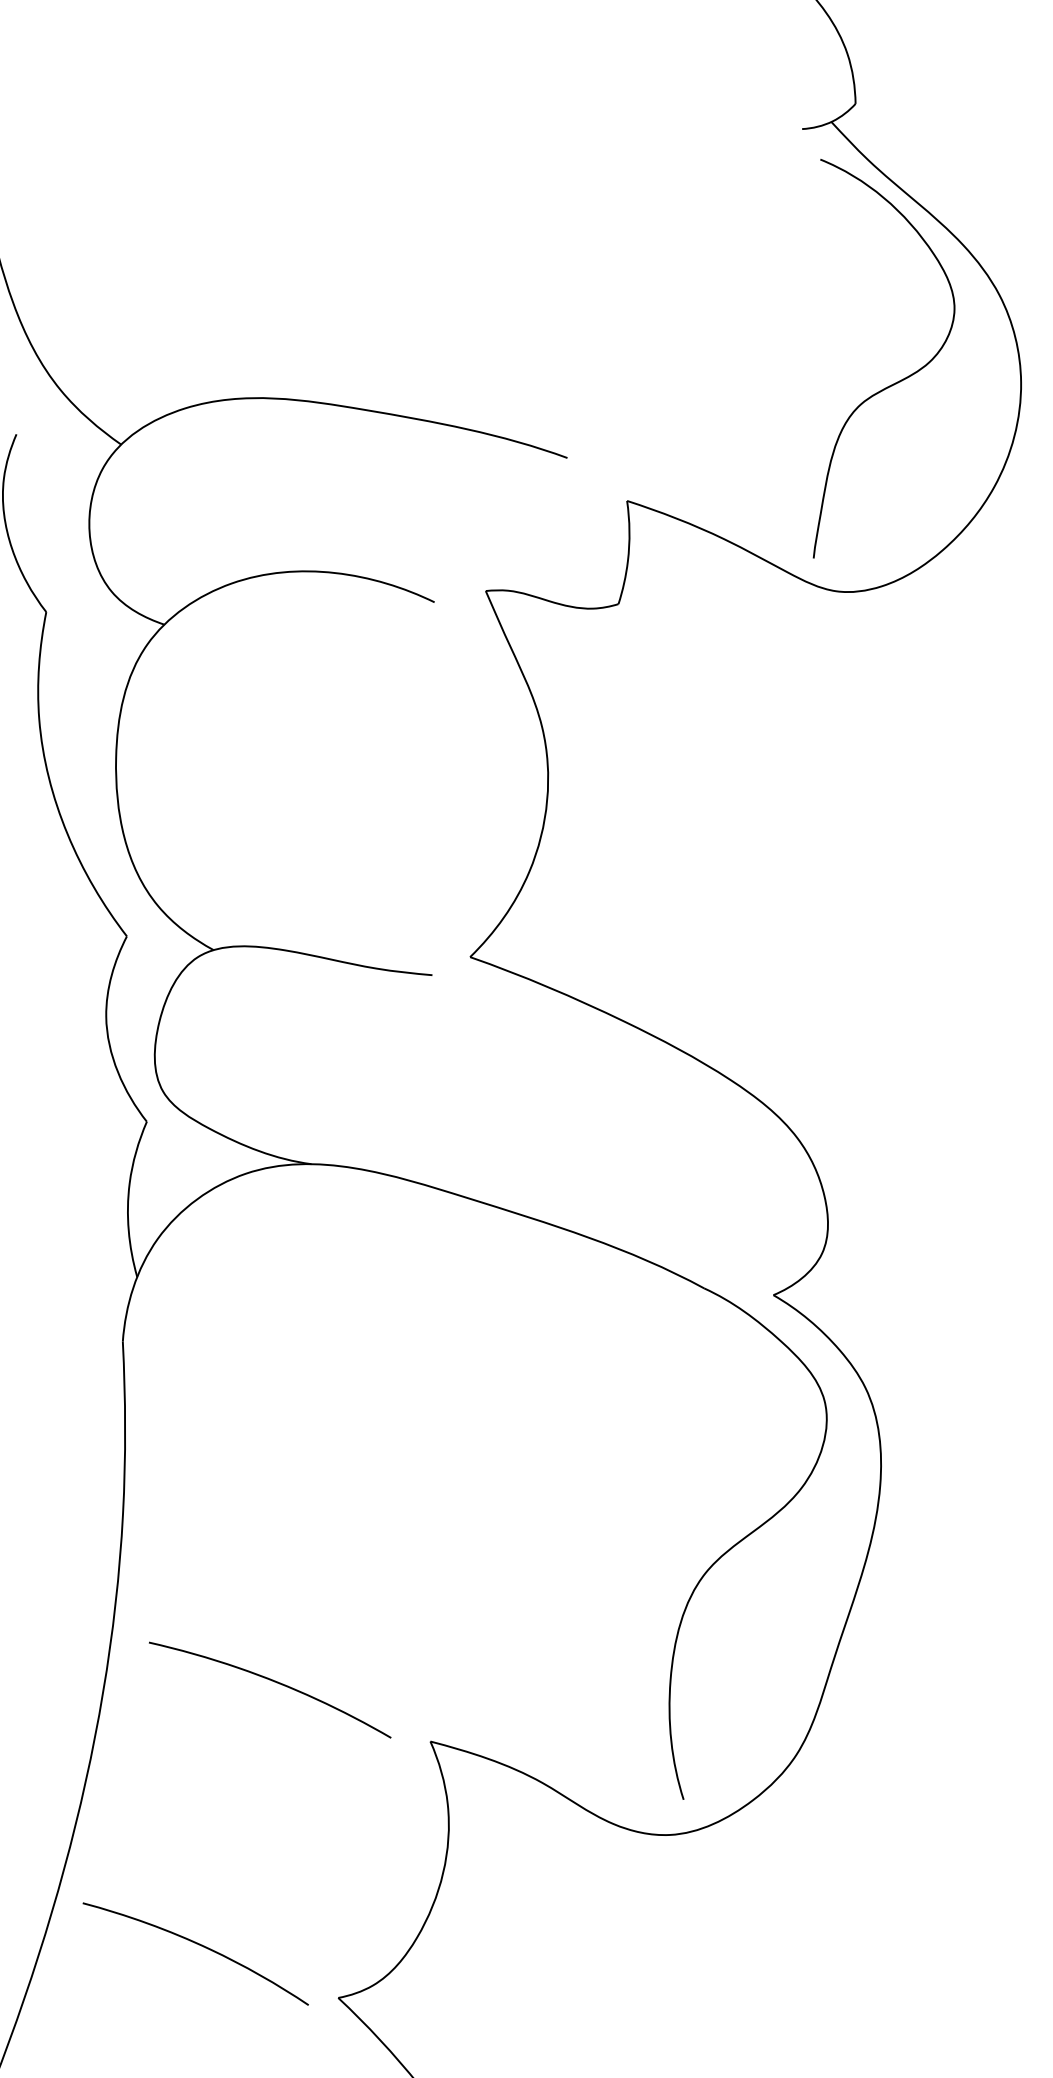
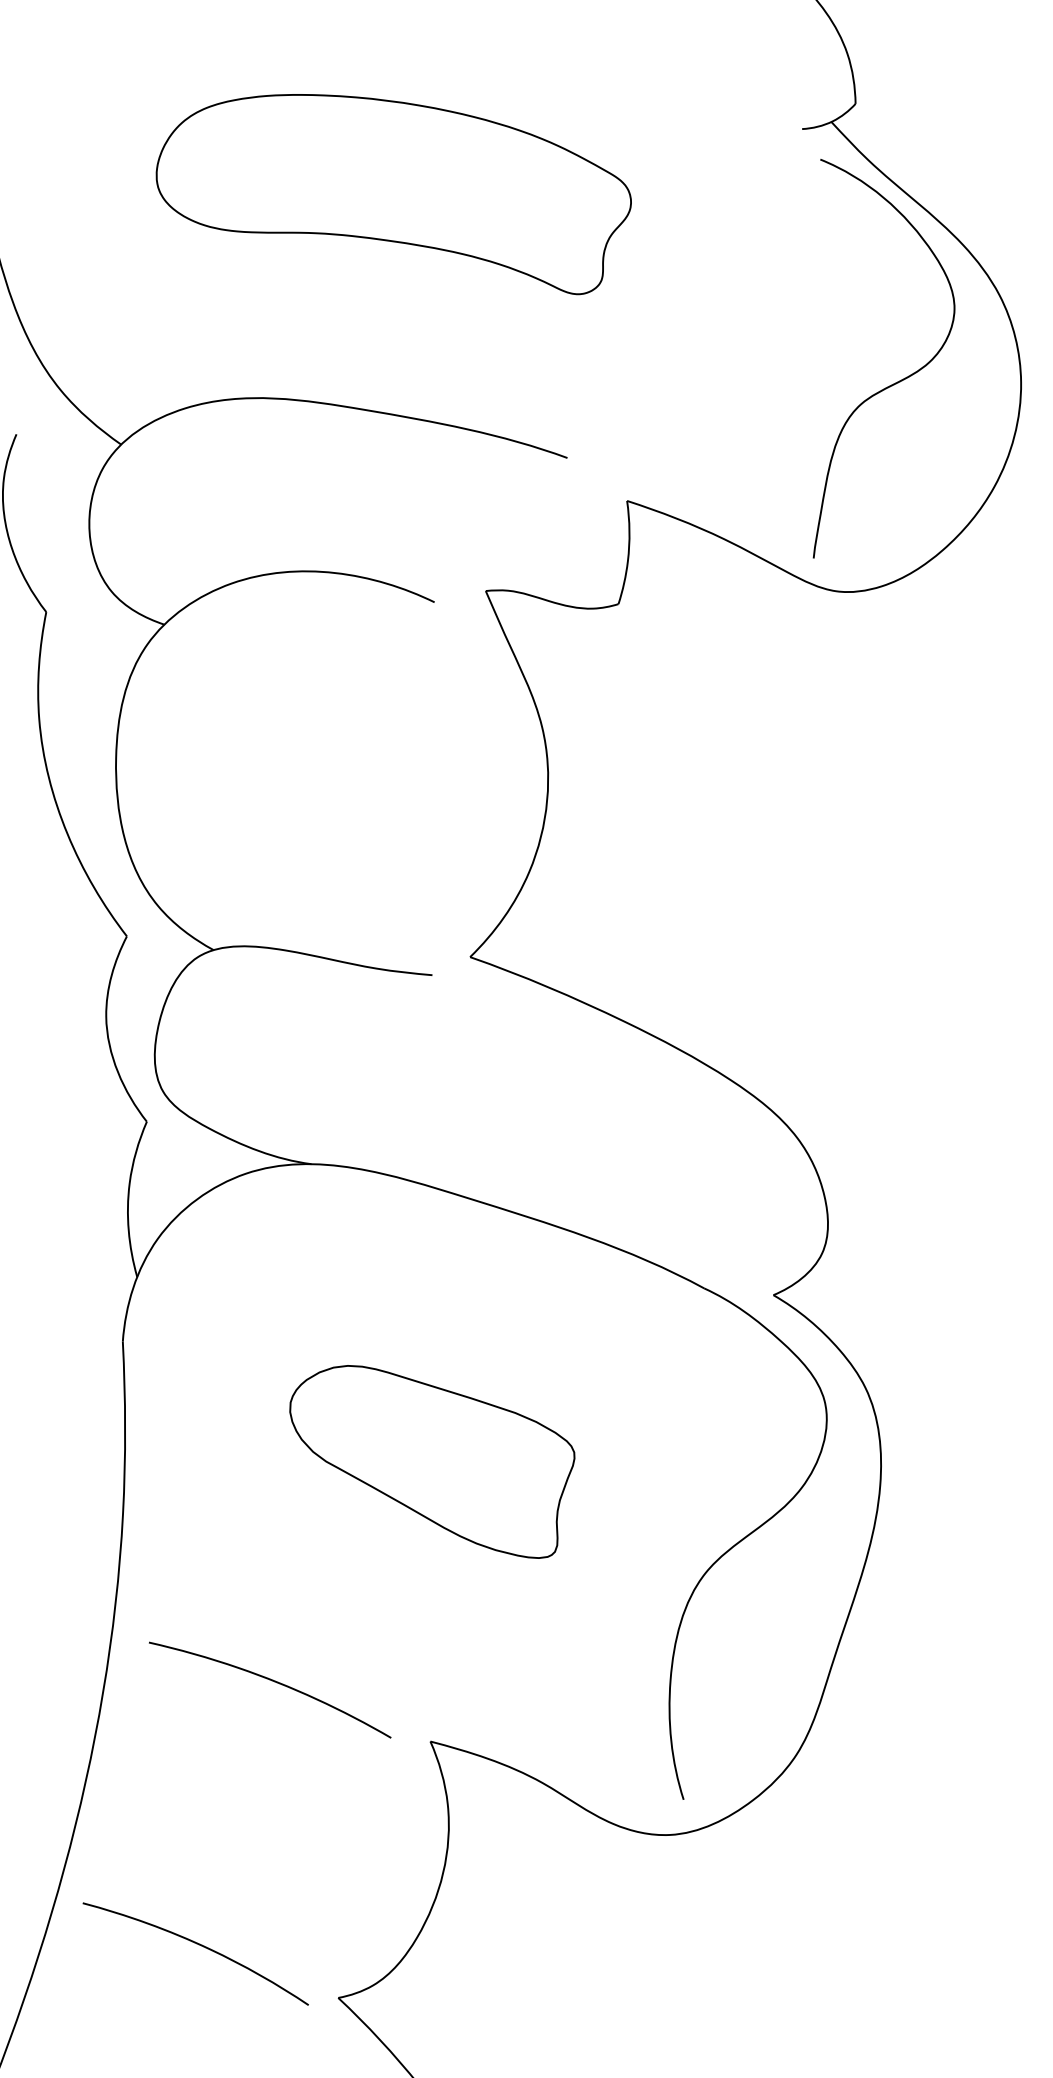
part at (393, 194): none -> present
part at (432, 1461): none -> present
